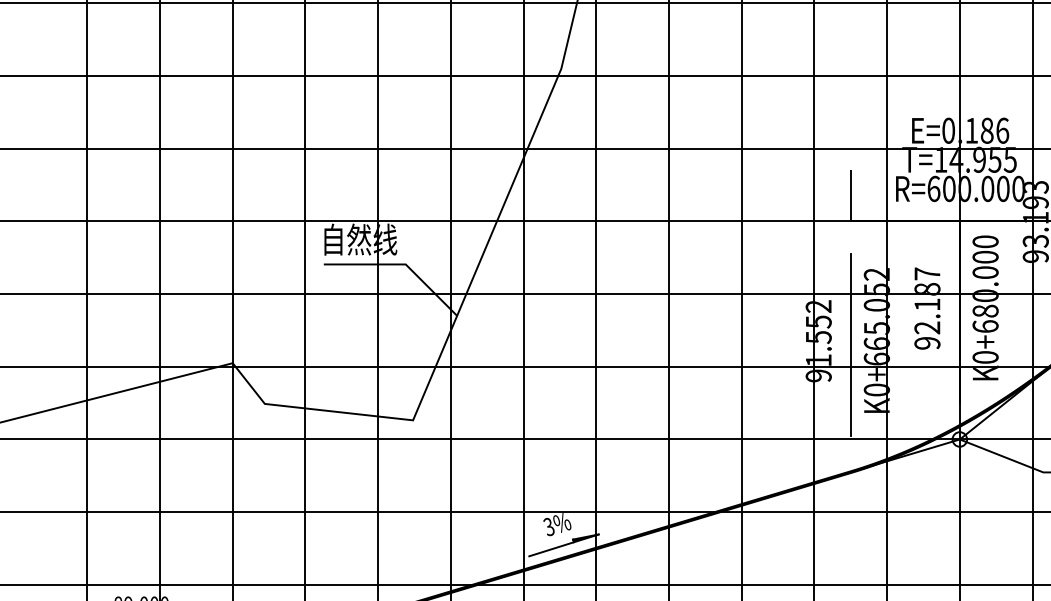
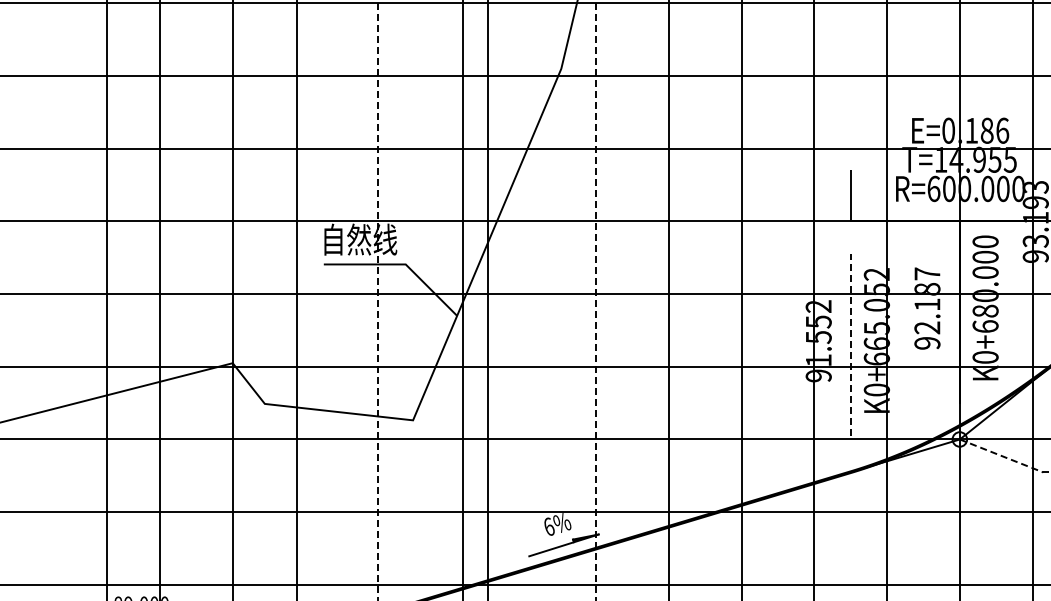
line at (87, 299) position: (87, 299) -> (107, 299)
line at (305, 299) position: (305, 299) -> (297, 299)
line at (378, 299): solid -> dashed
line at (450, 299) position: (450, 299) -> (462, 299)
line at (523, 299) position: (523, 299) -> (487, 299)
line at (596, 299): solid -> dashed
line at (851, 344): solid -> dashed
line at (1005, 457): solid -> dashed
text at (548, 526): 3%%% -> 6%%%
